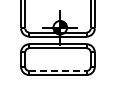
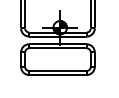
line at (57, 70): dashed -> solid
